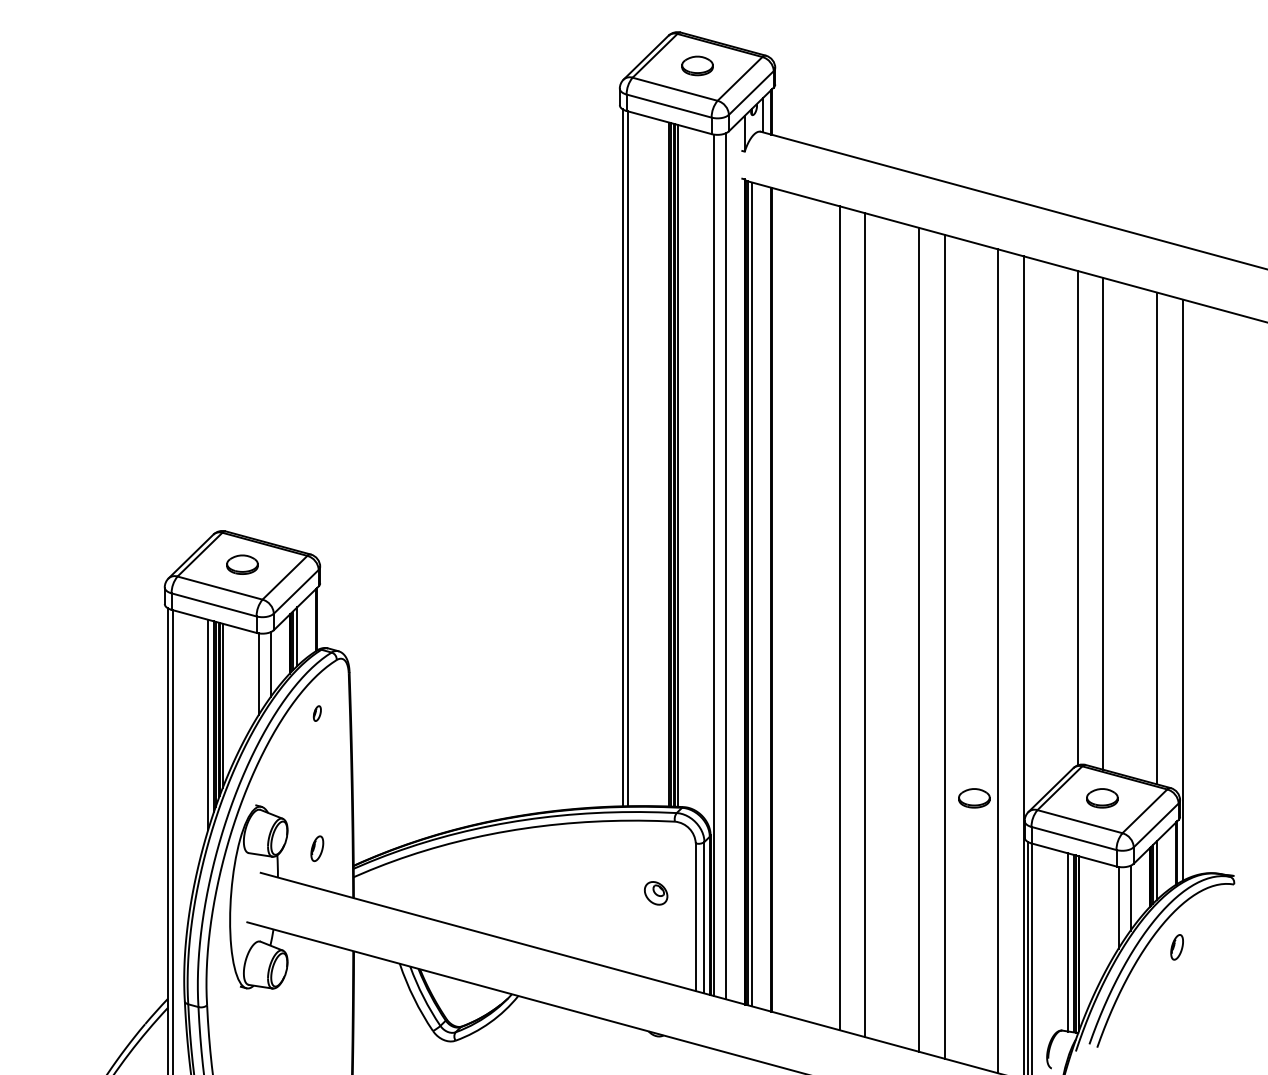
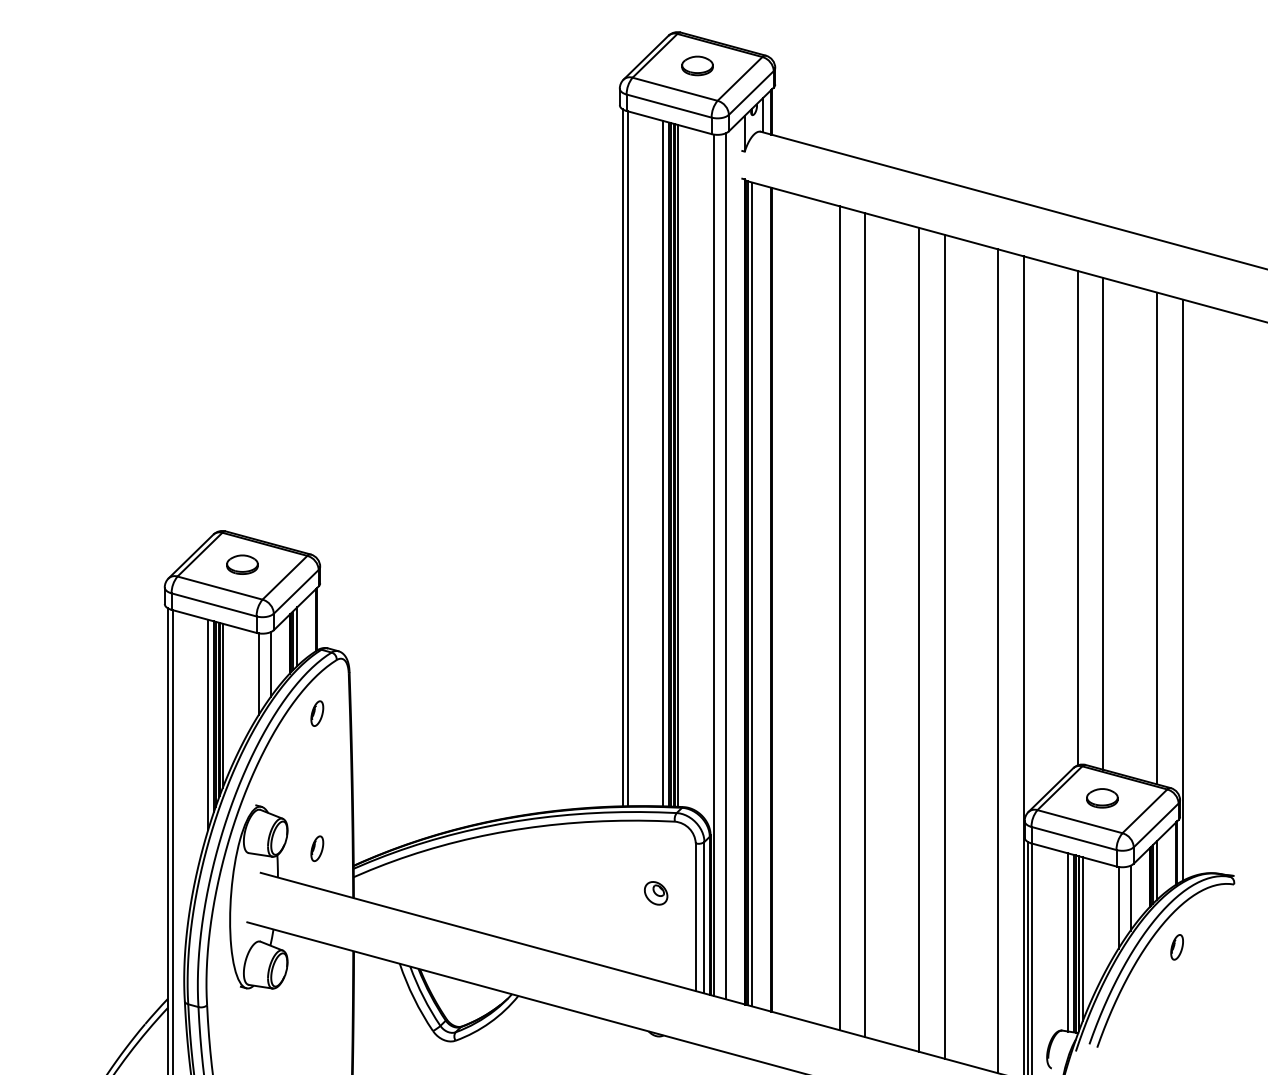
line at (663, 463): none -> present
part at (316, 713) size: 10x17 px -> 15x27 px
part at (974, 798): present -> none
line at (1082, 939): none -> present
